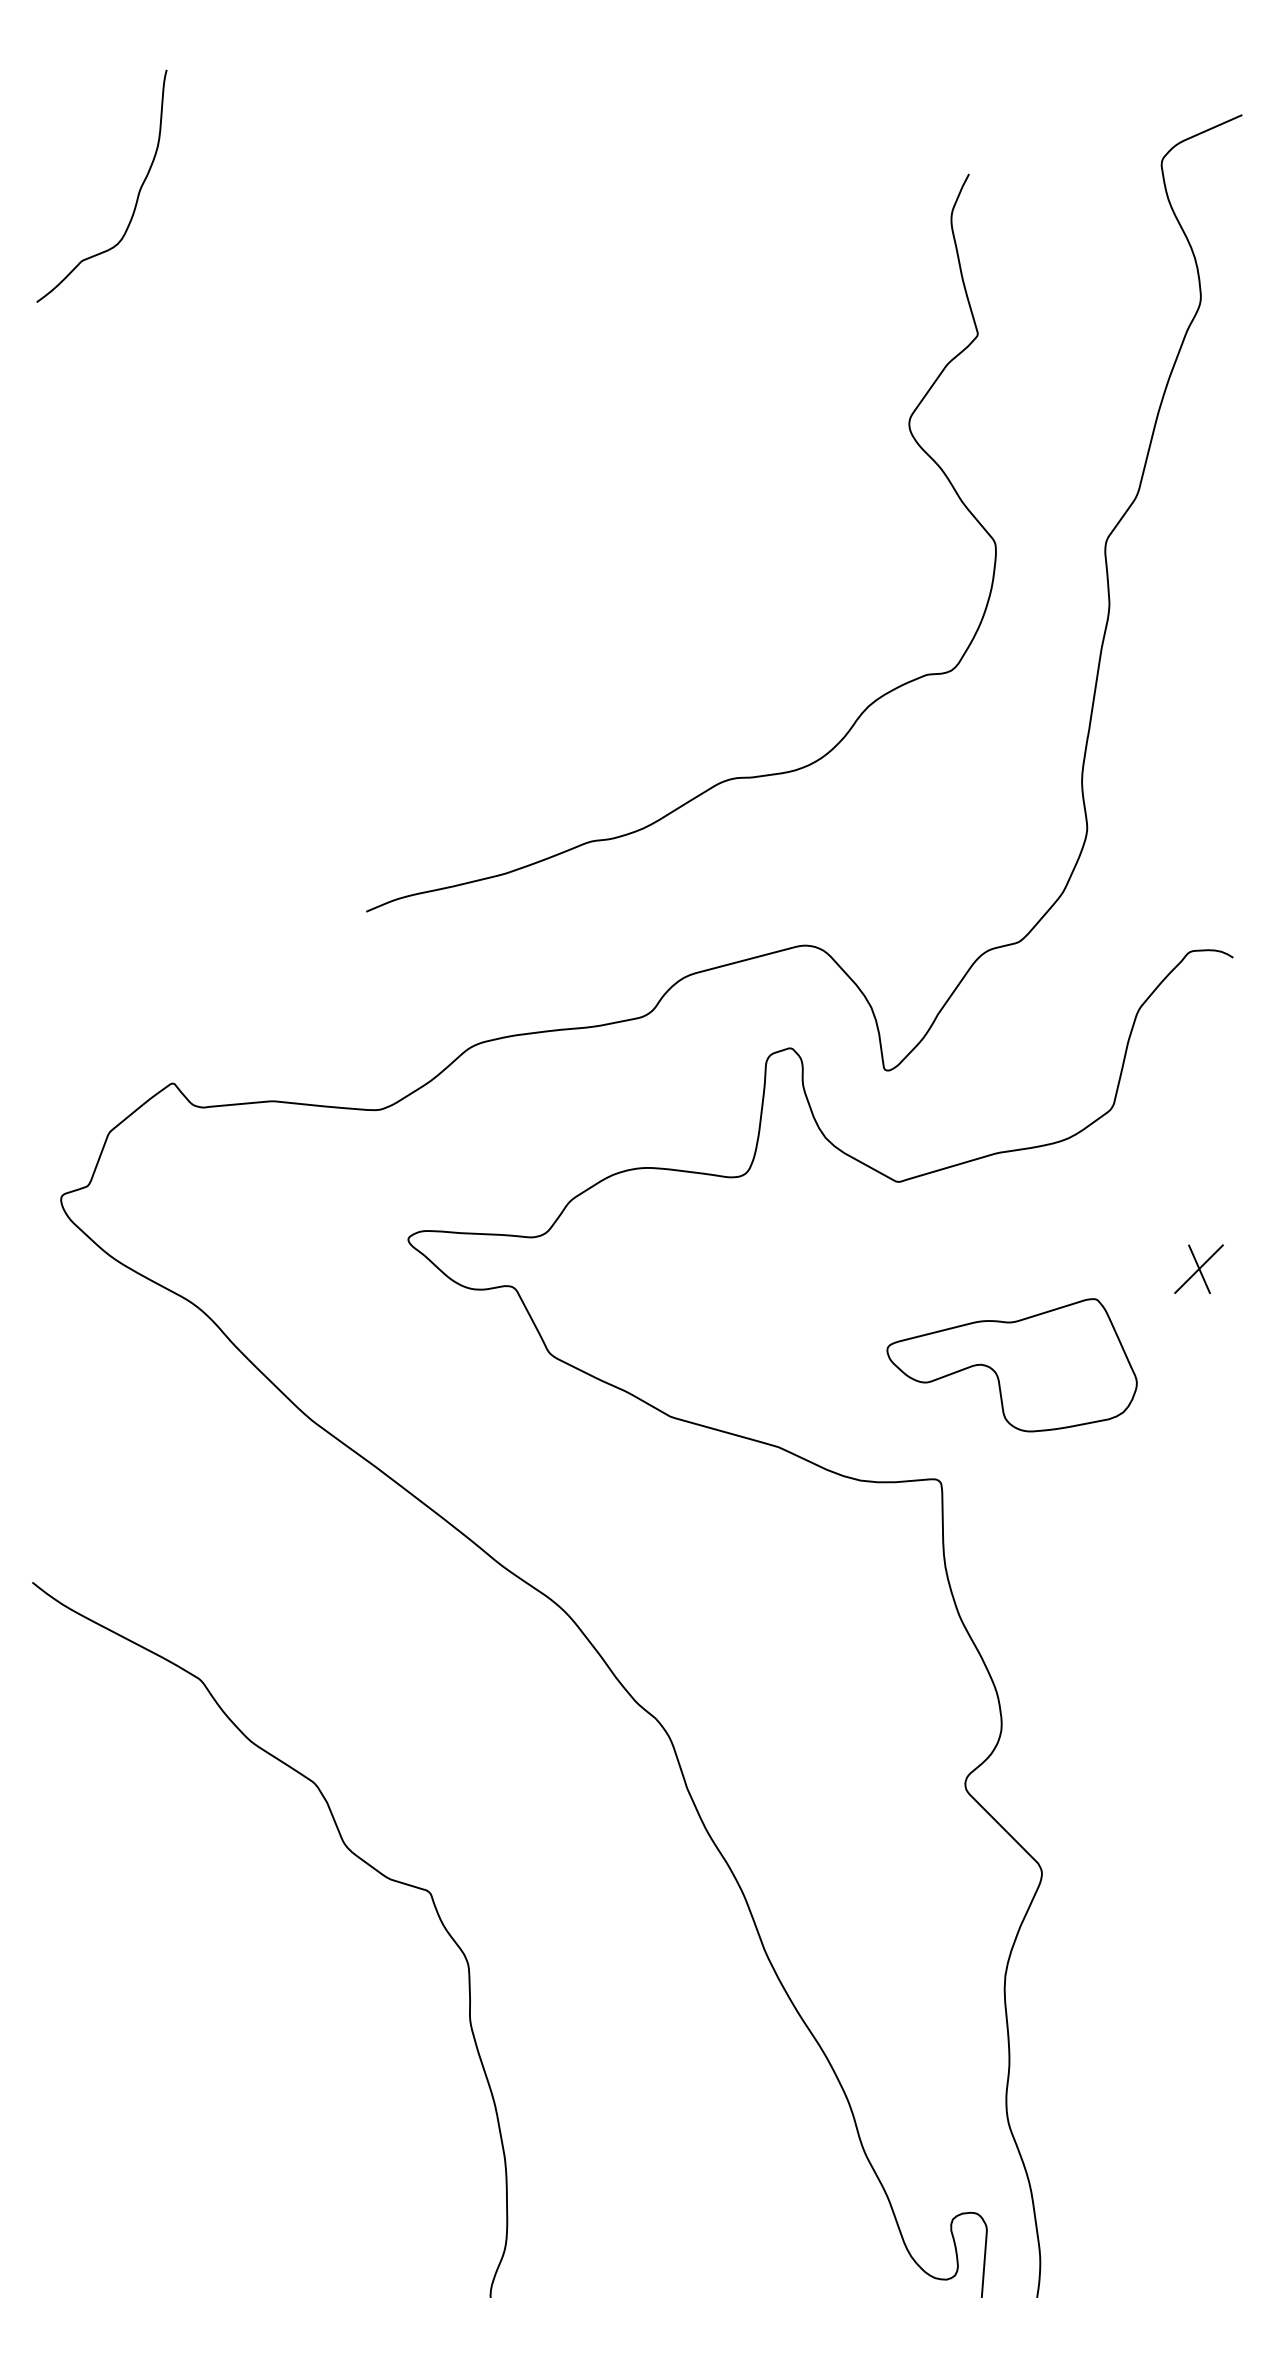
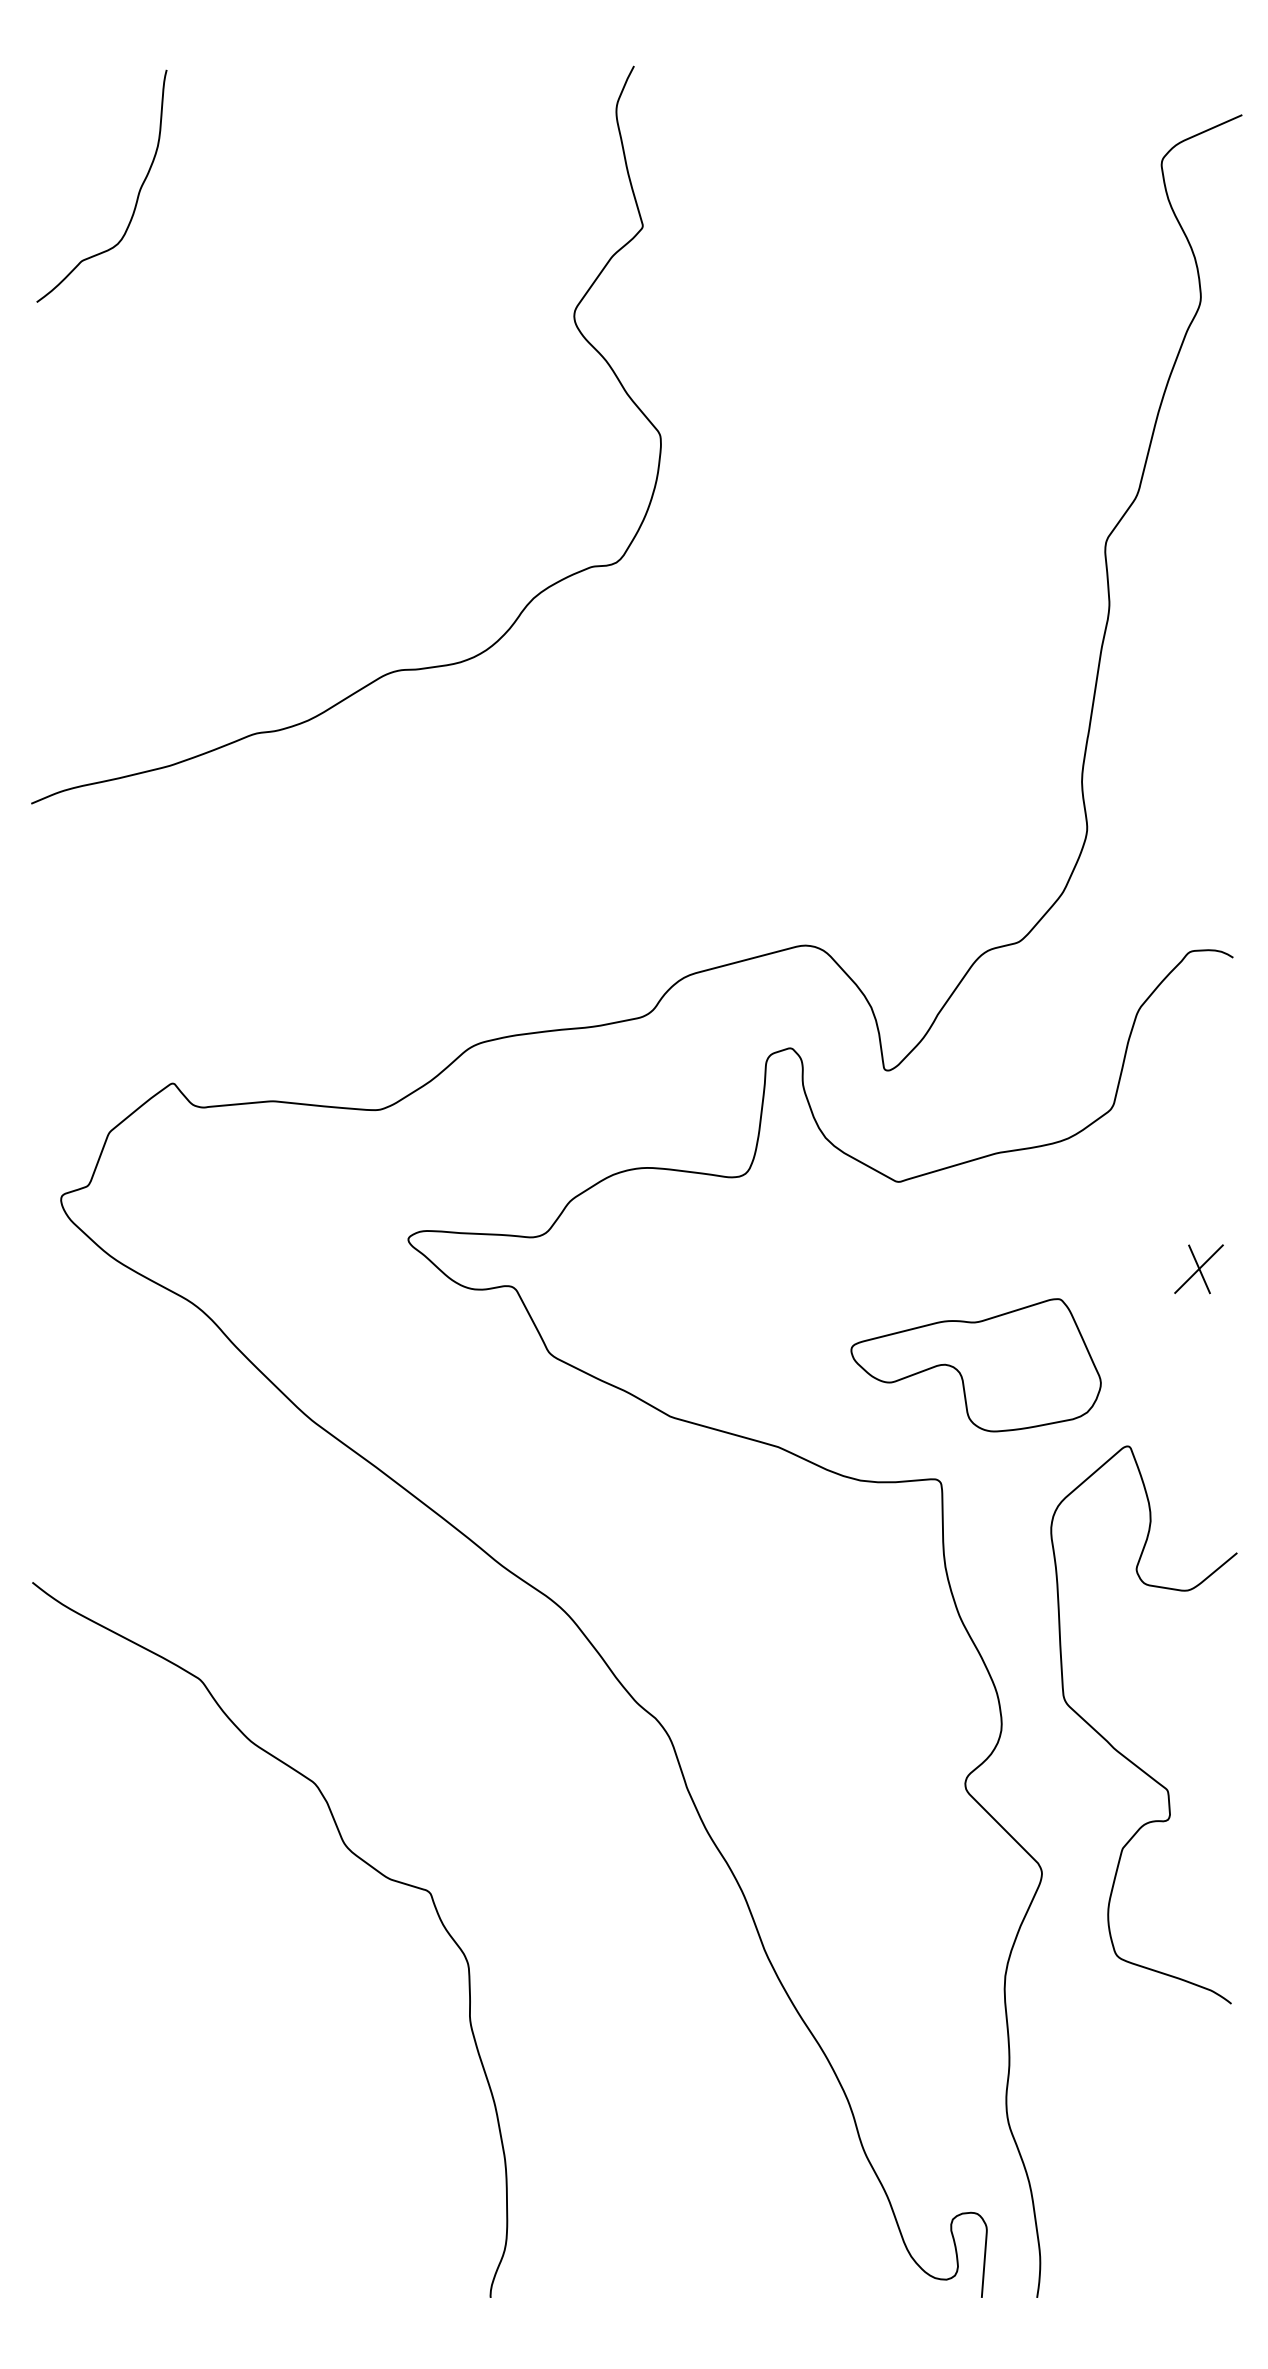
curve at (733, 777) position: (733, 777) -> (398, 669)
part at (1011, 1365) position: (1011, 1365) -> (975, 1365)
curve at (1123, 1754): none -> present
